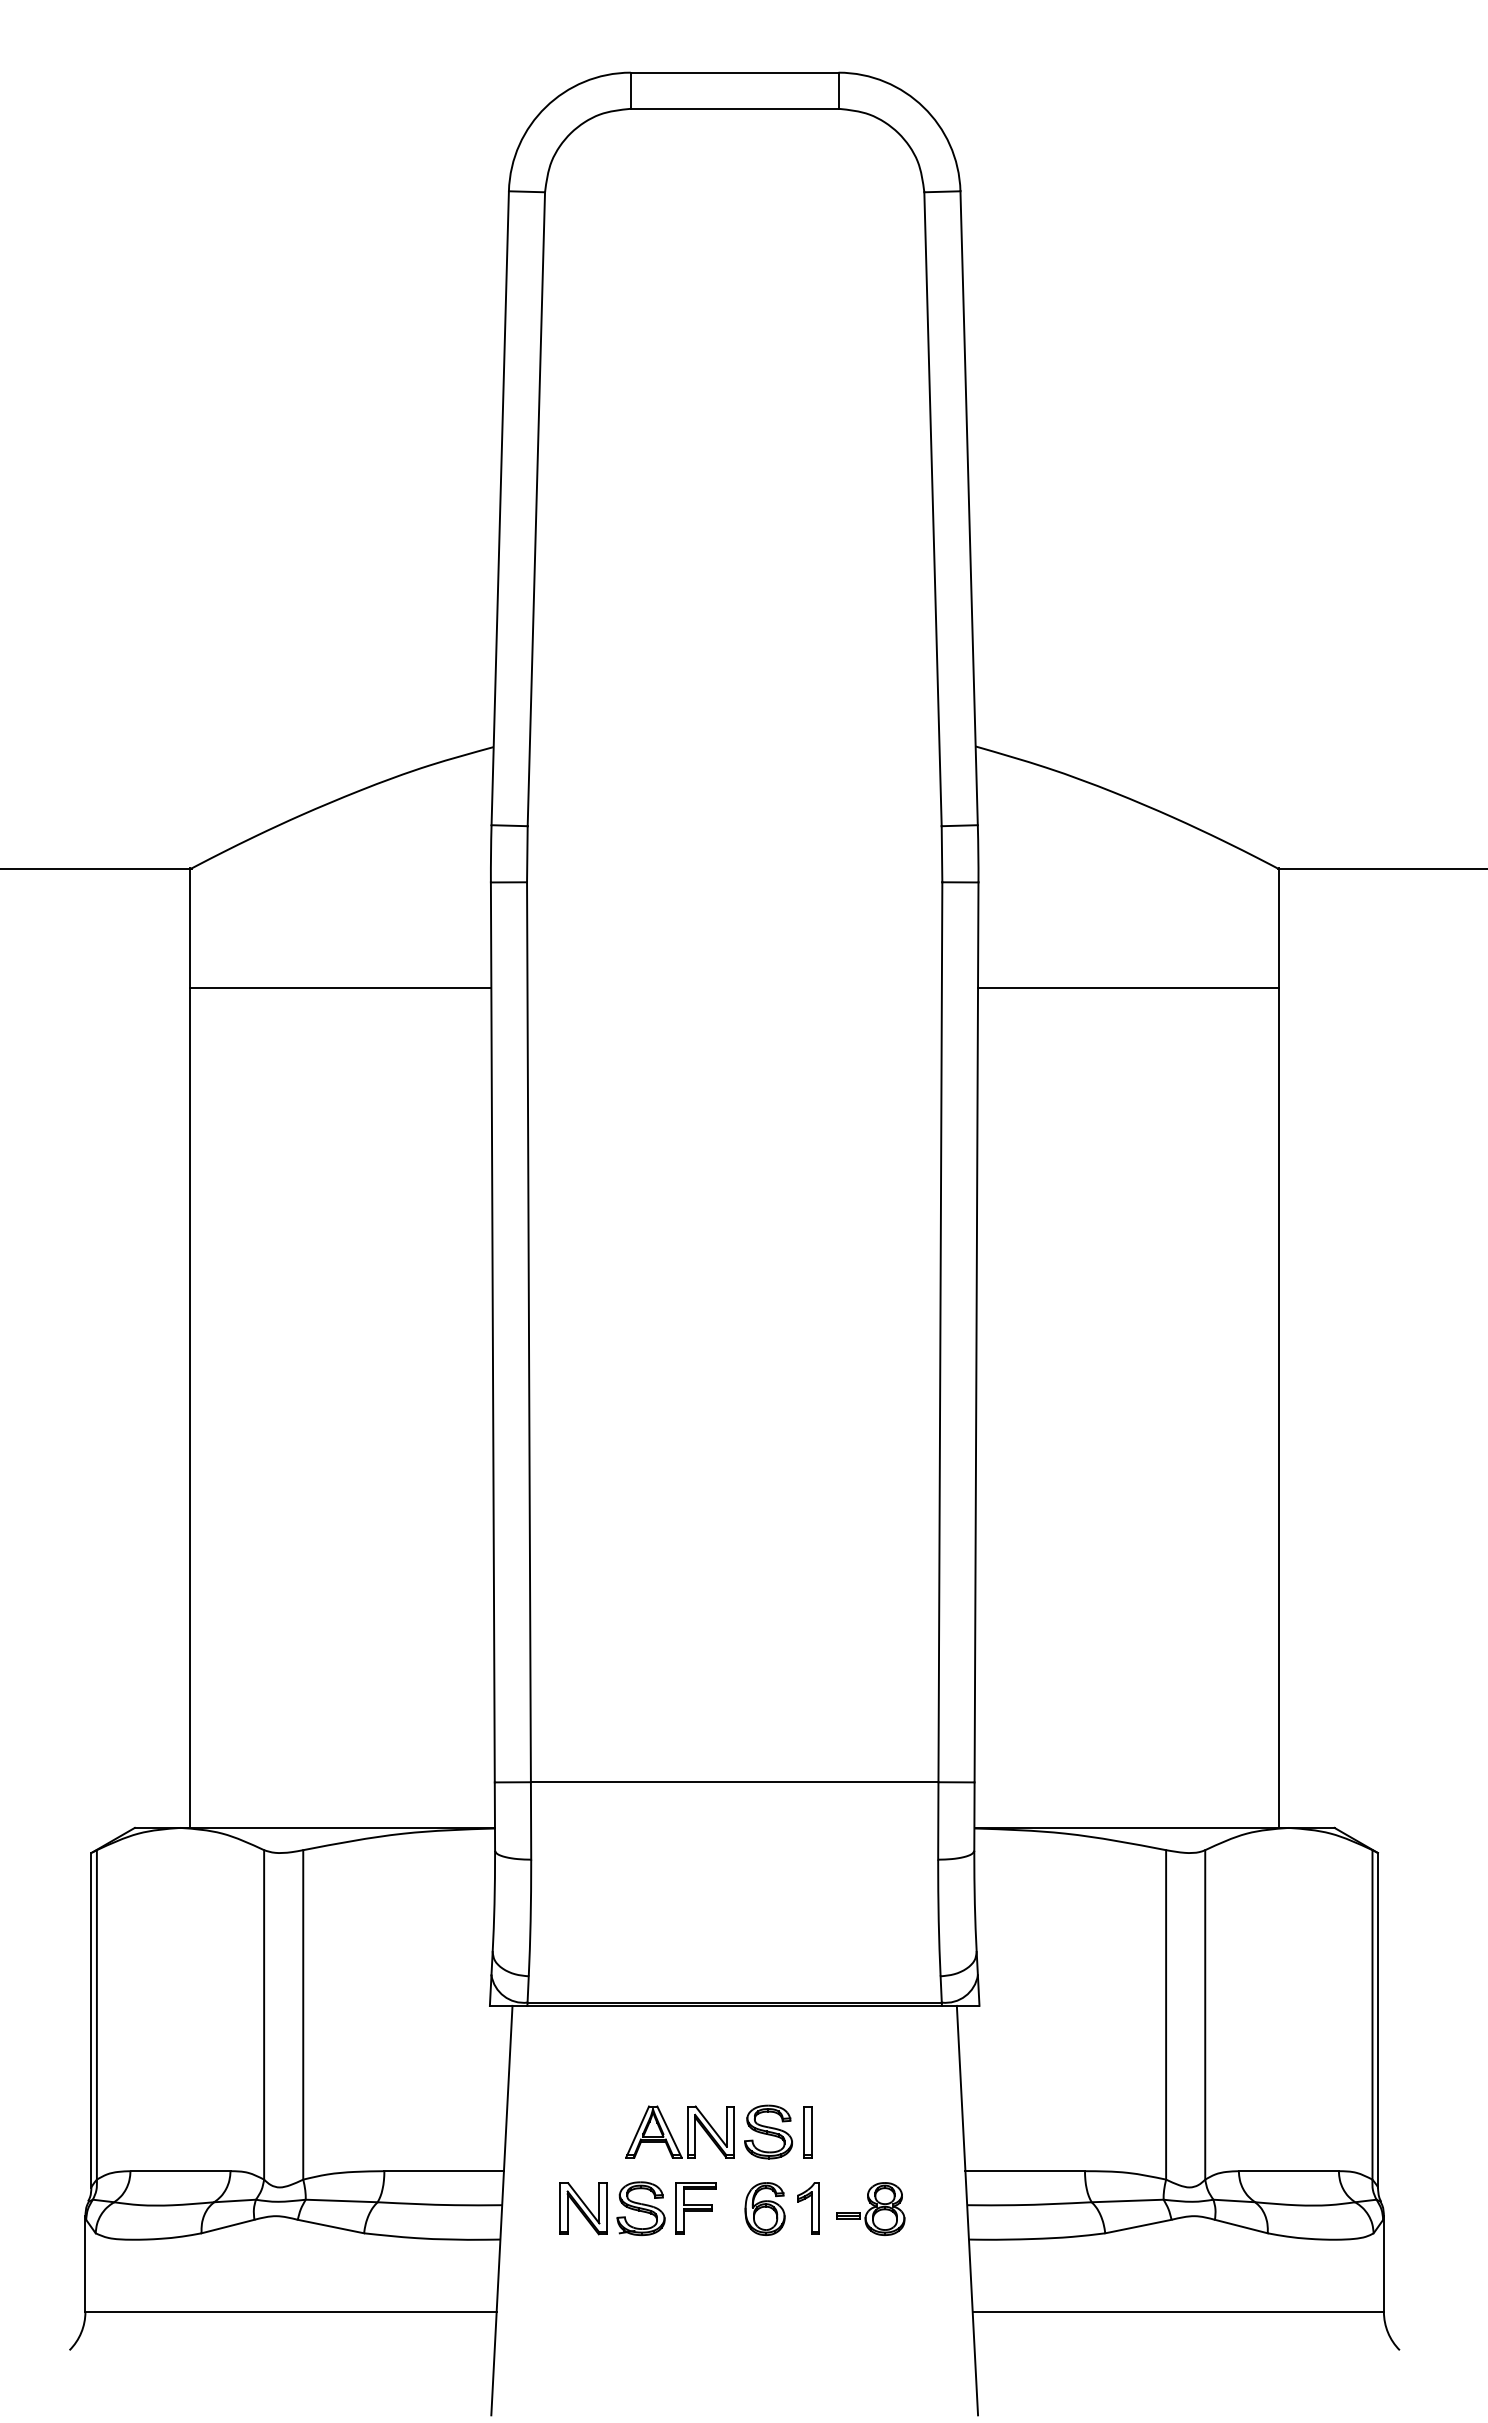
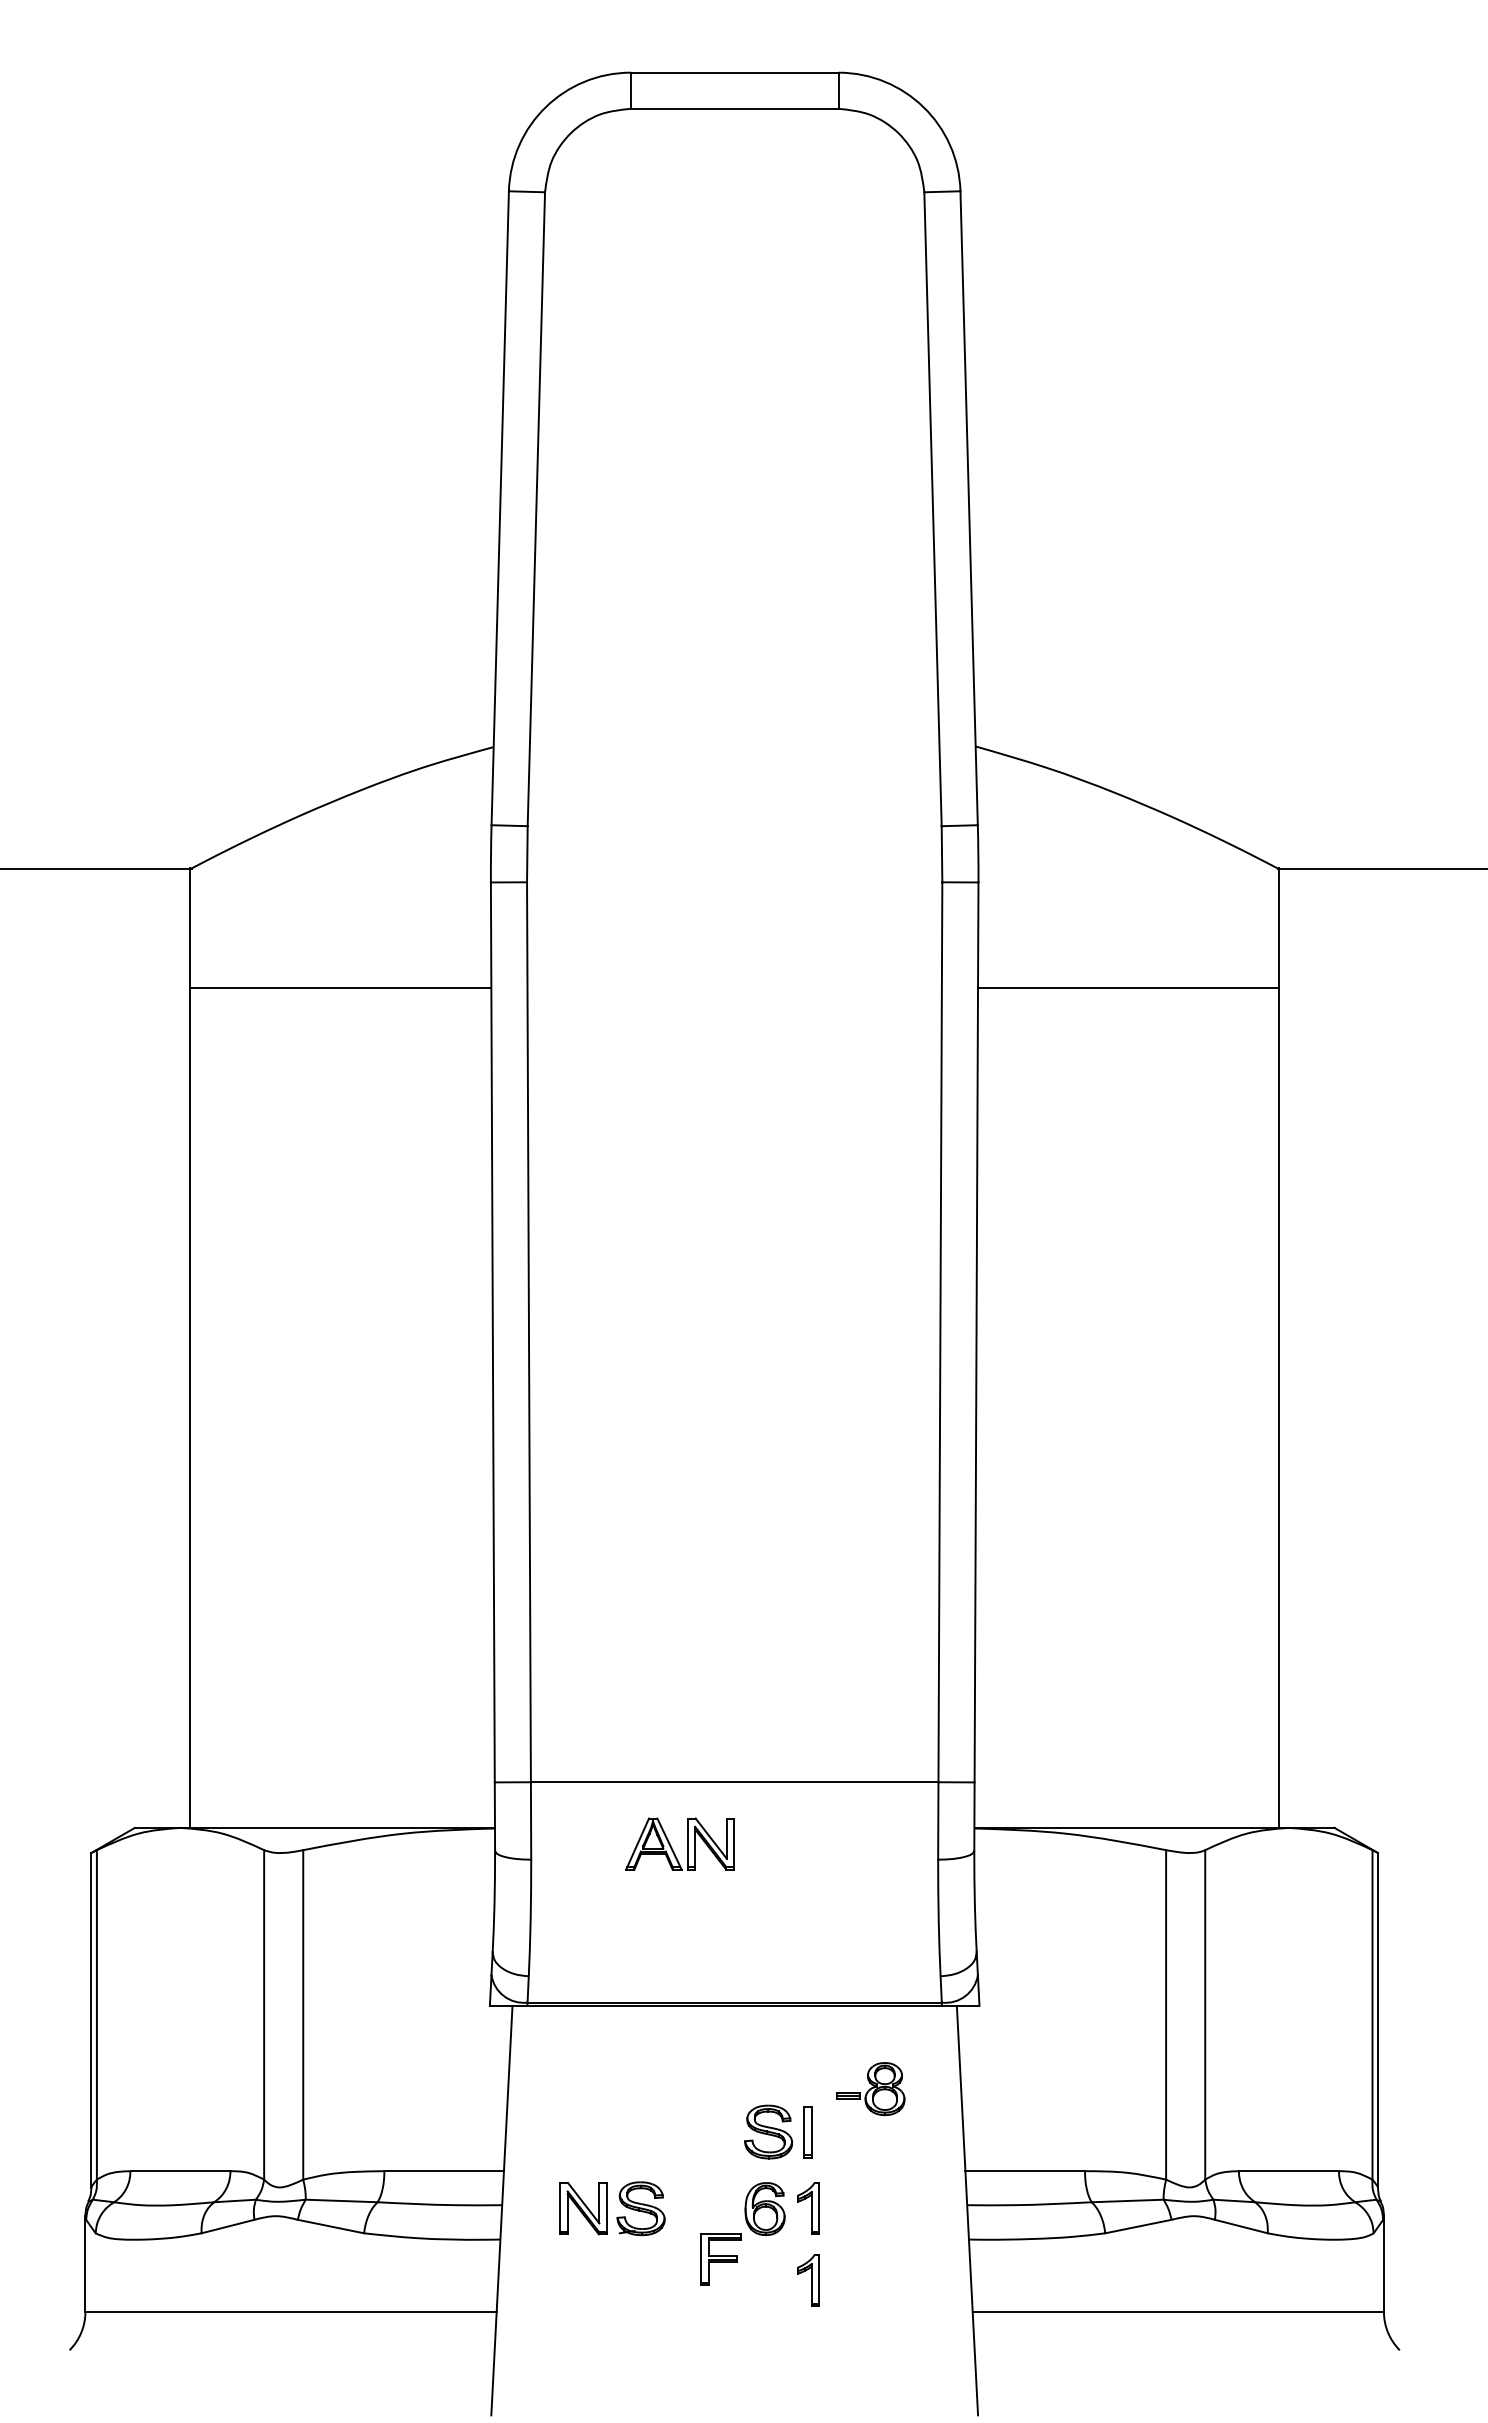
part at (687, 2131) position: (687, 2131) -> (687, 1843)
part at (695, 2208) position: (695, 2208) -> (720, 2259)
part at (870, 2208) position: (870, 2208) -> (870, 2088)
part at (808, 2280): none -> present
